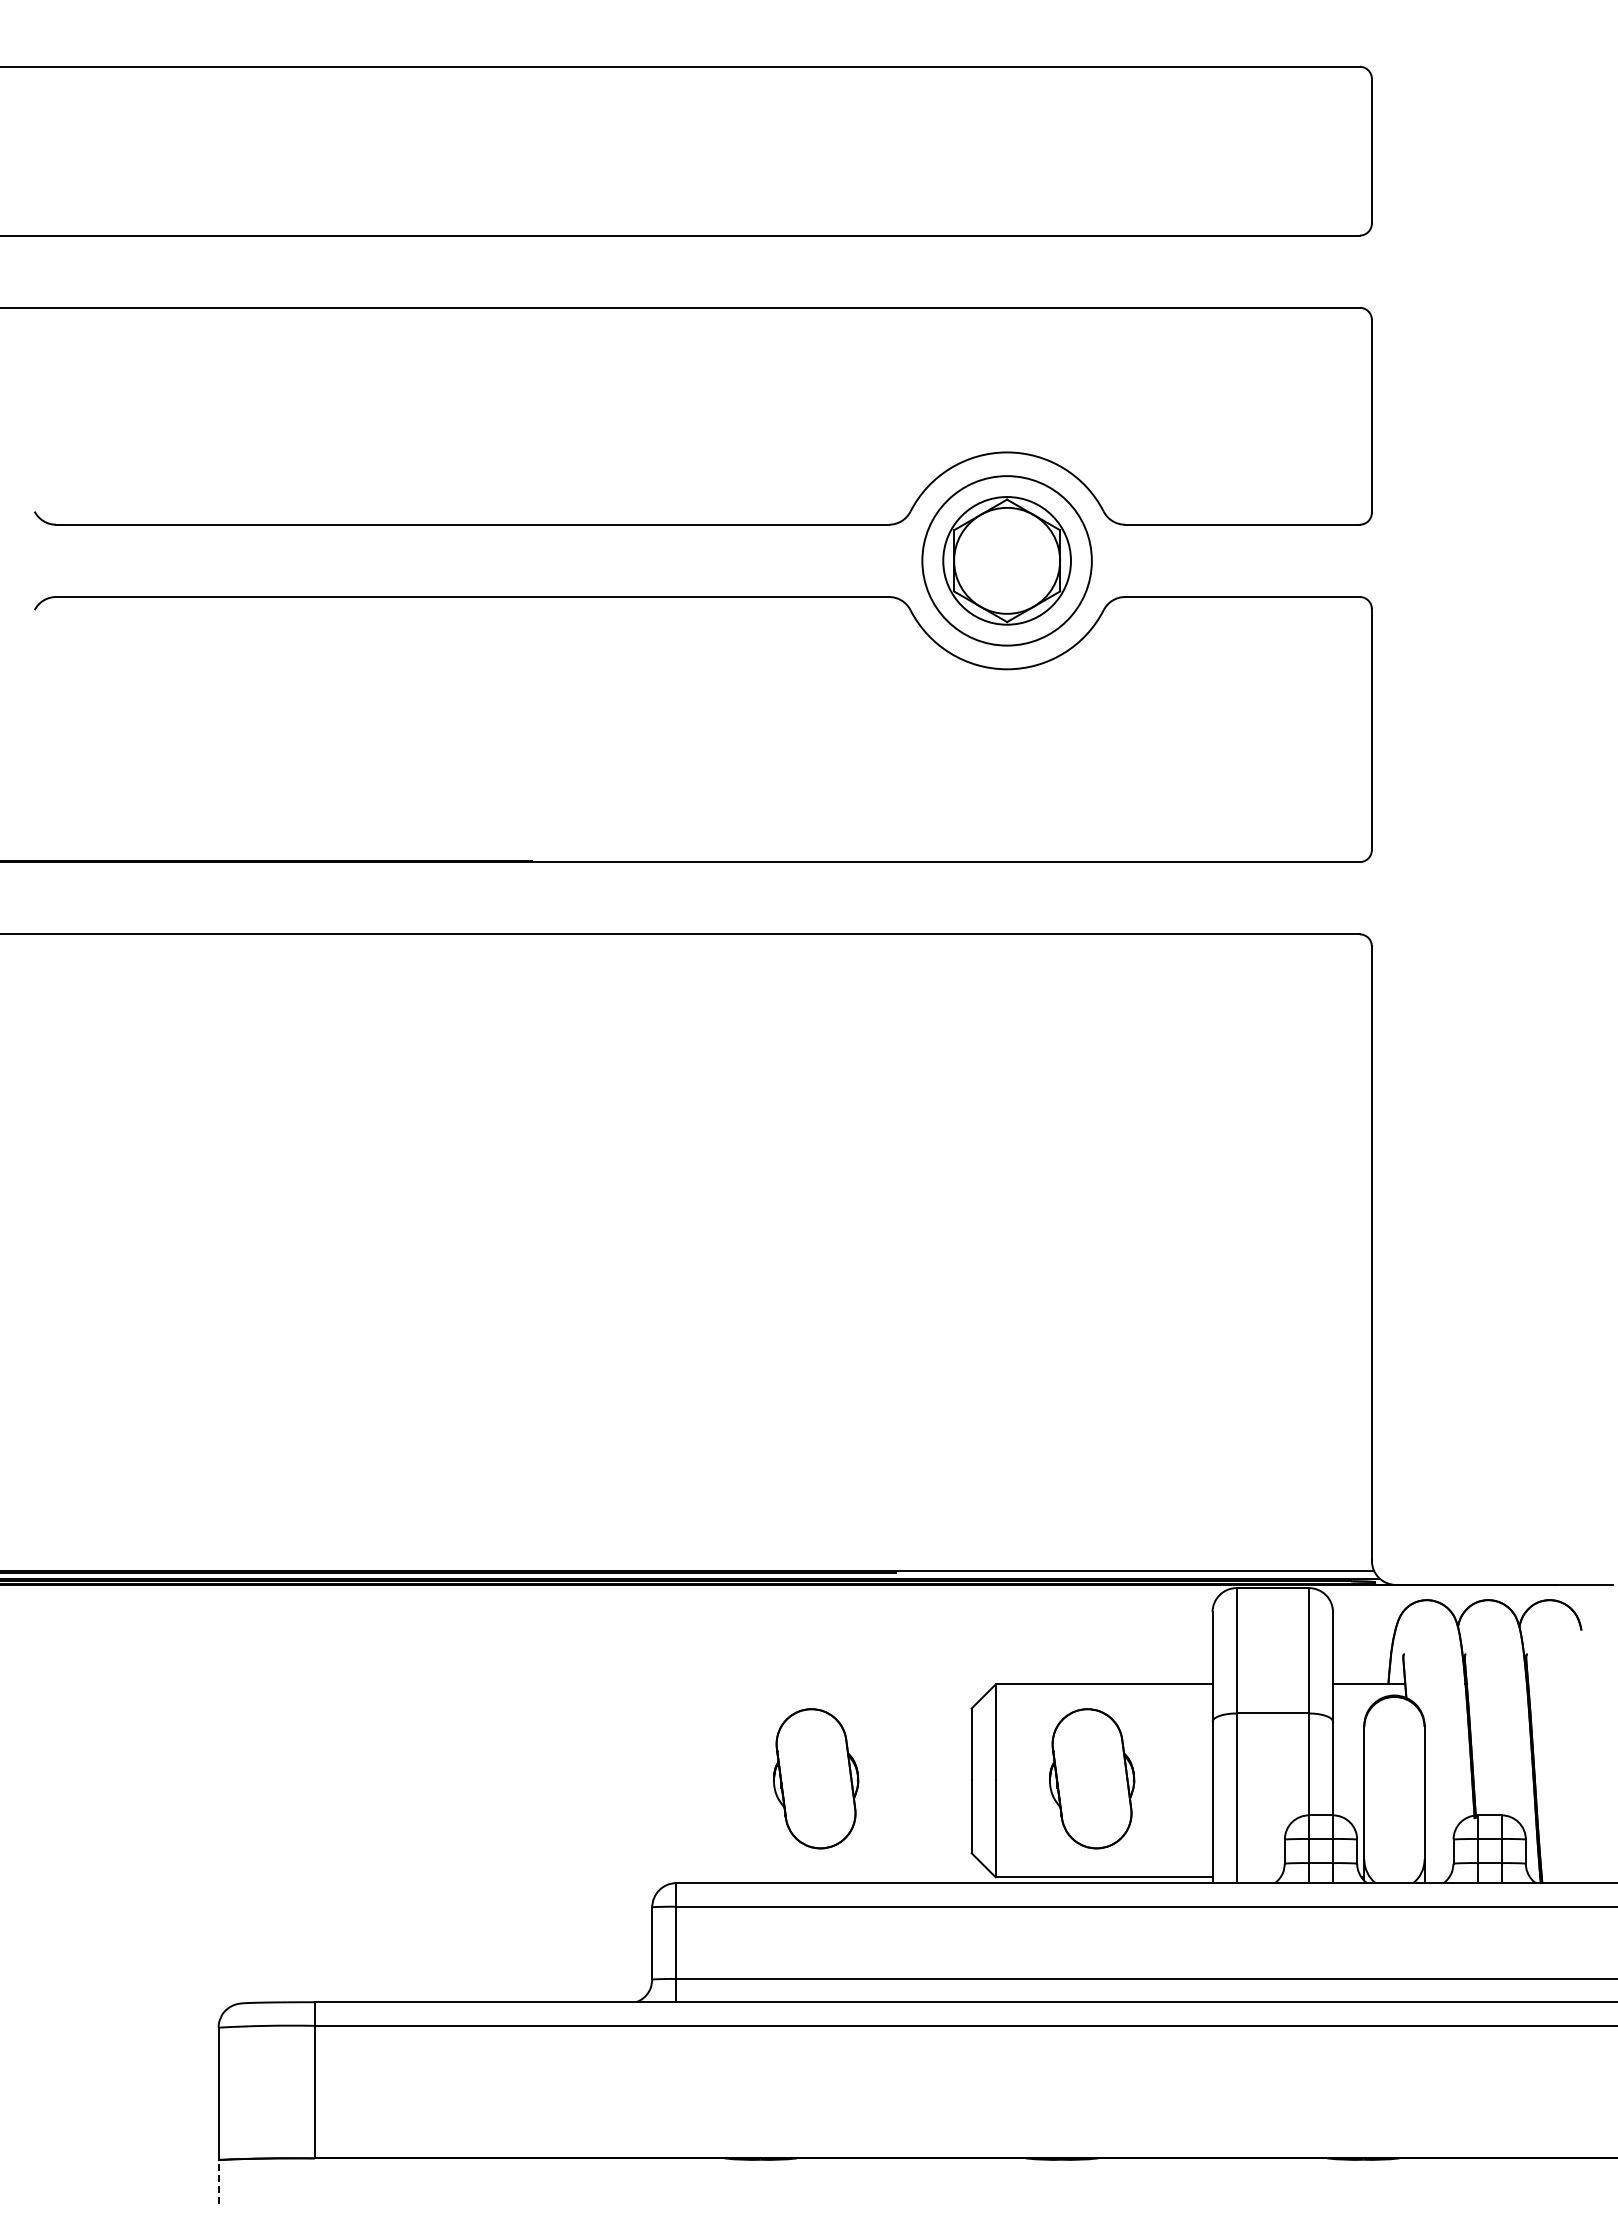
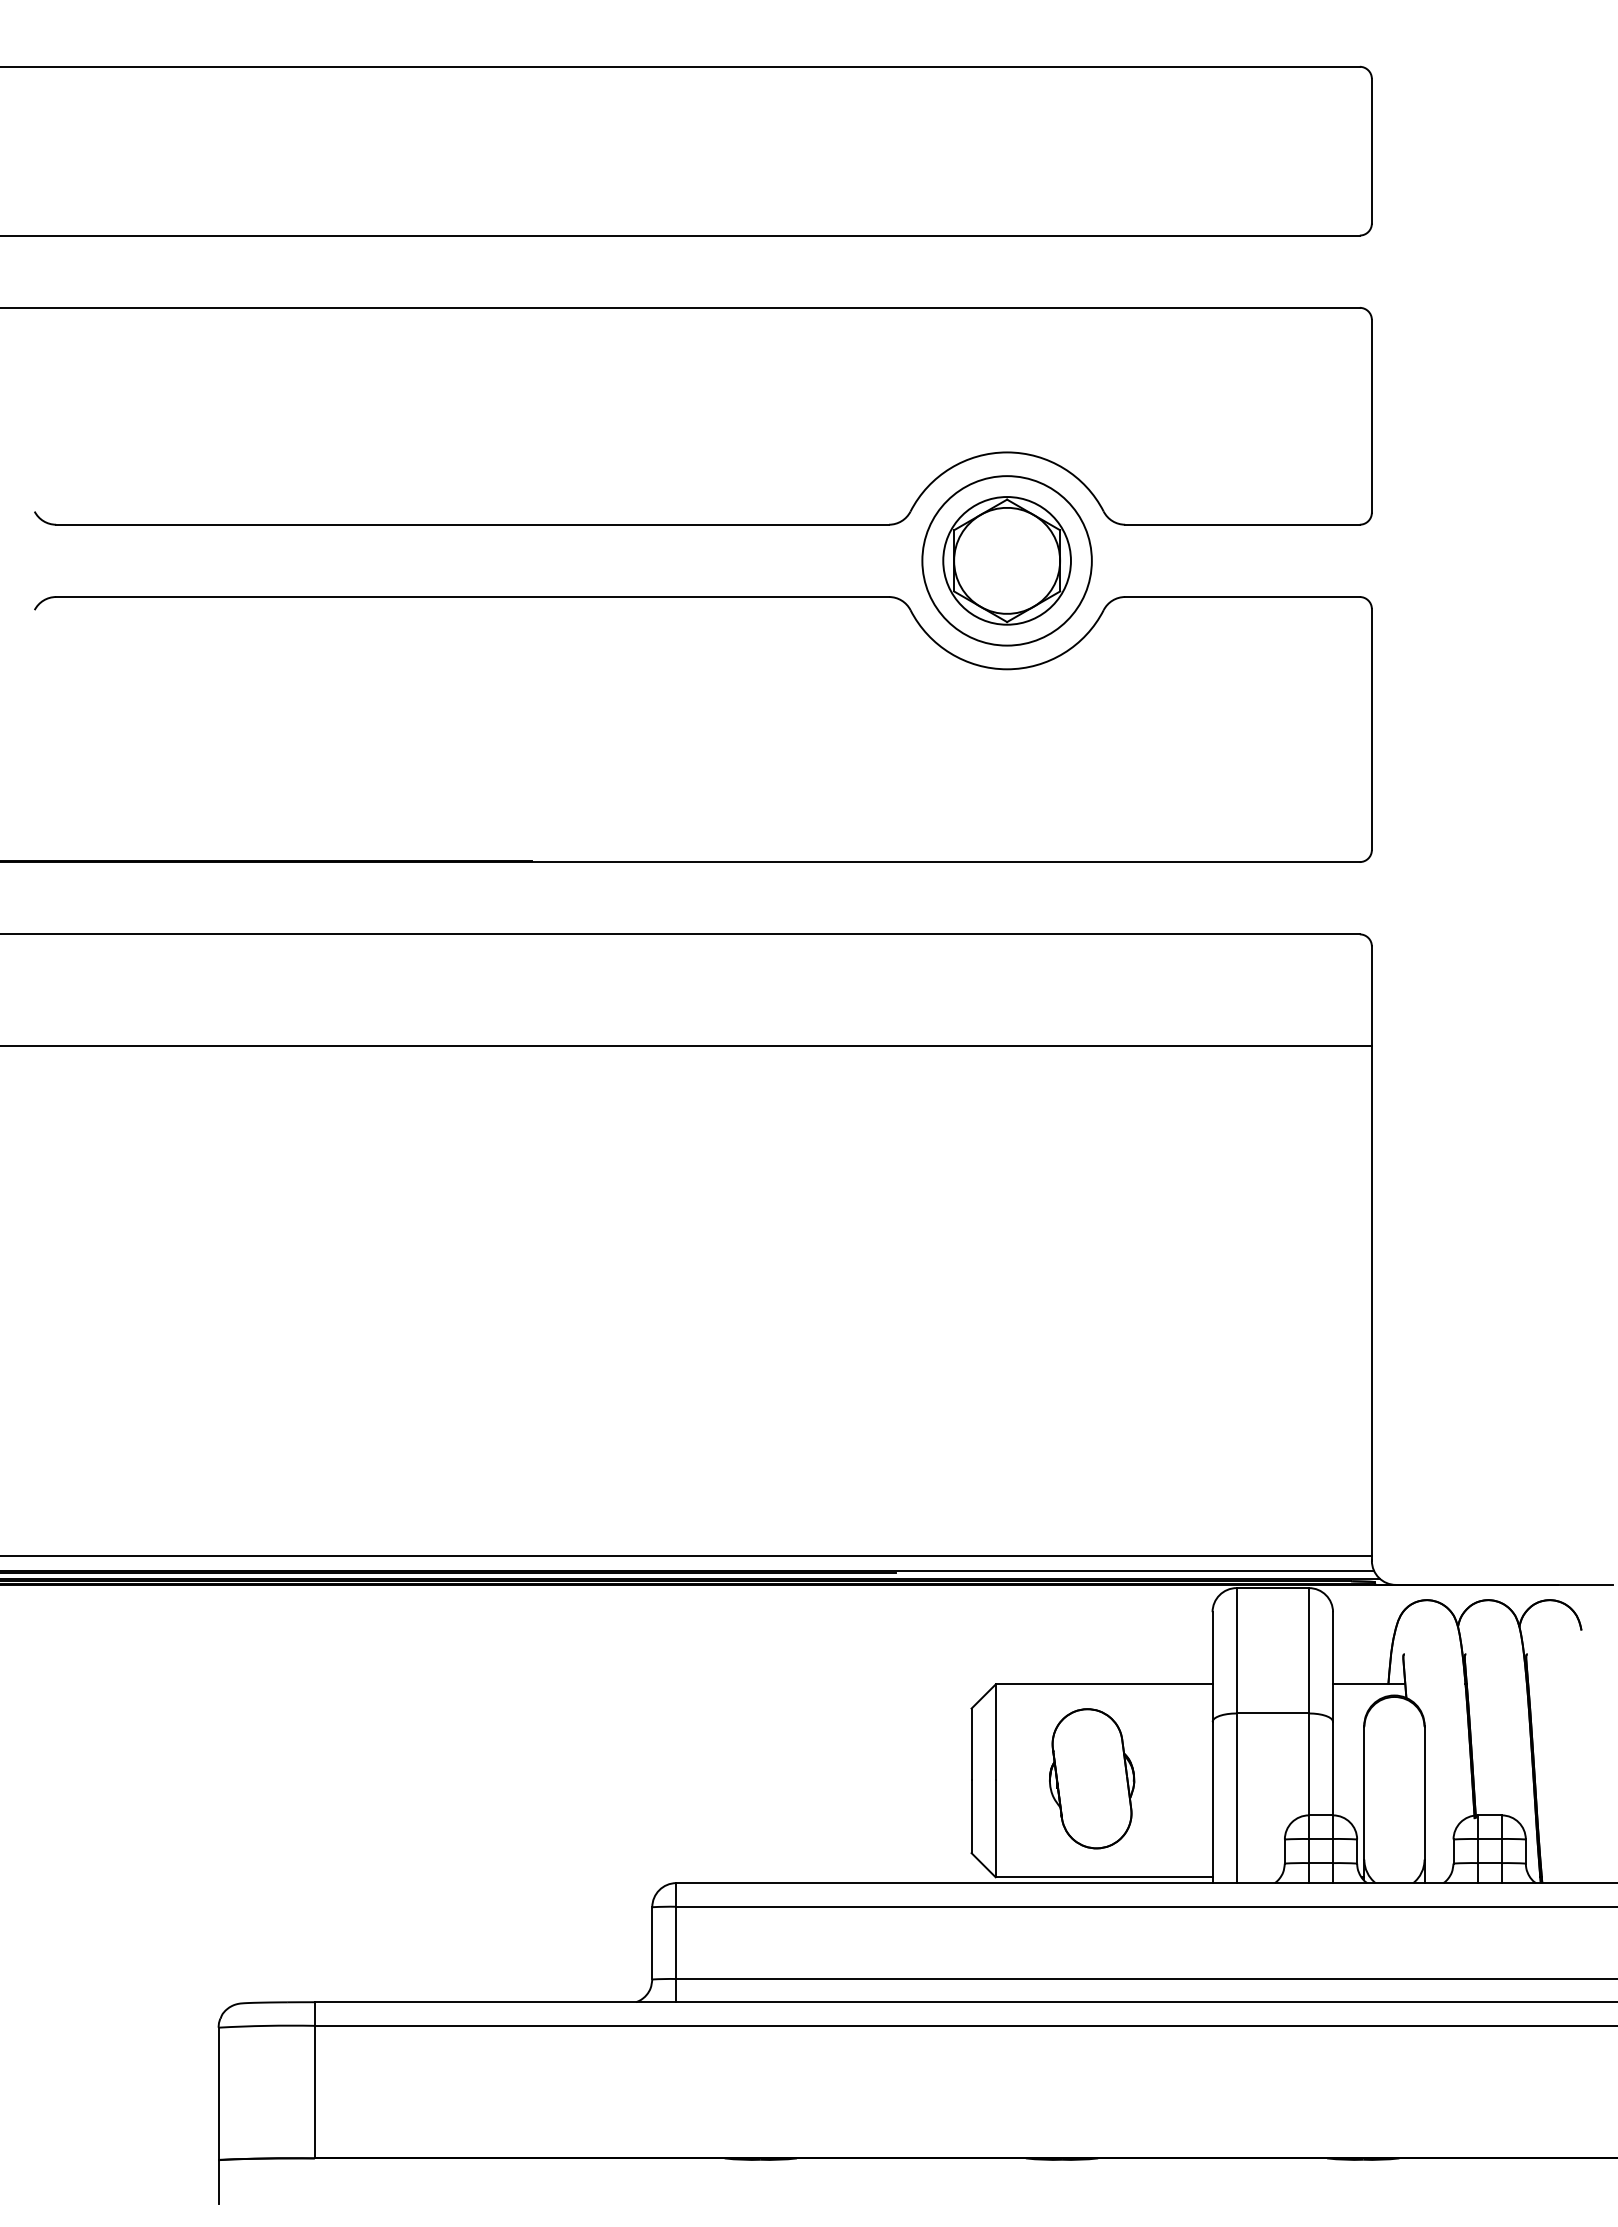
line at (686, 1046): none -> present
line at (686, 1555): none -> present
part at (816, 1778): present -> none
line at (218, 2181): dashed -> solid
